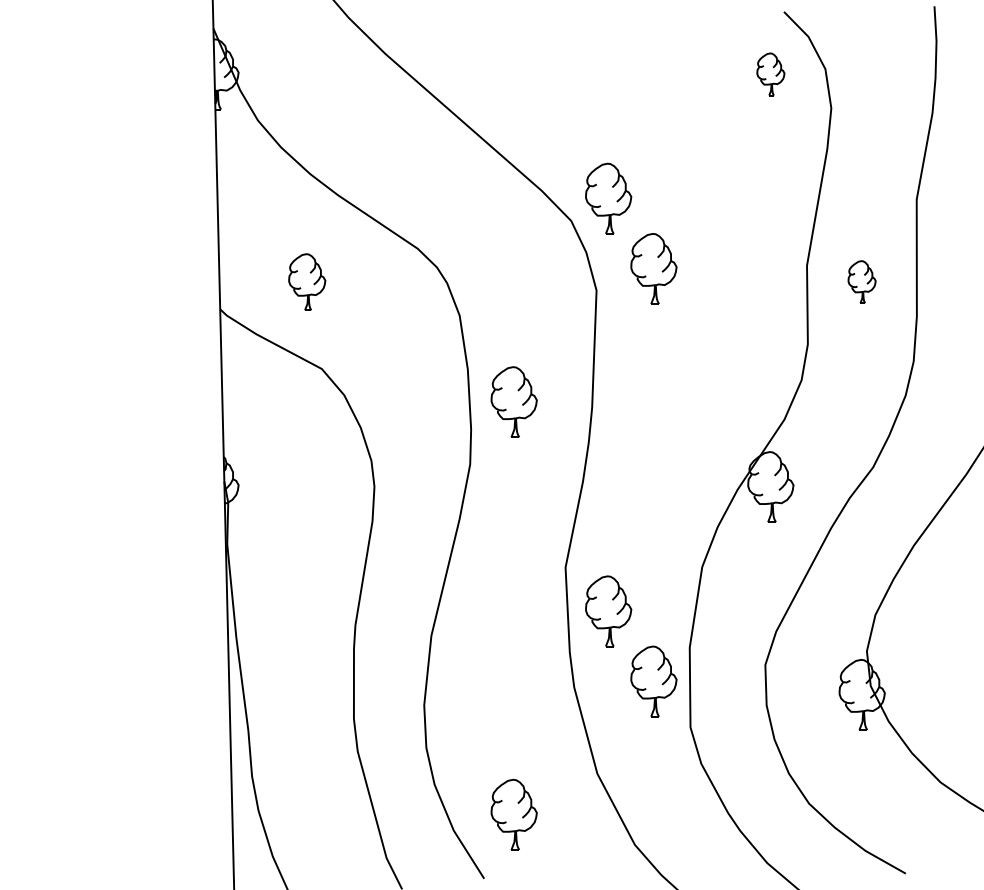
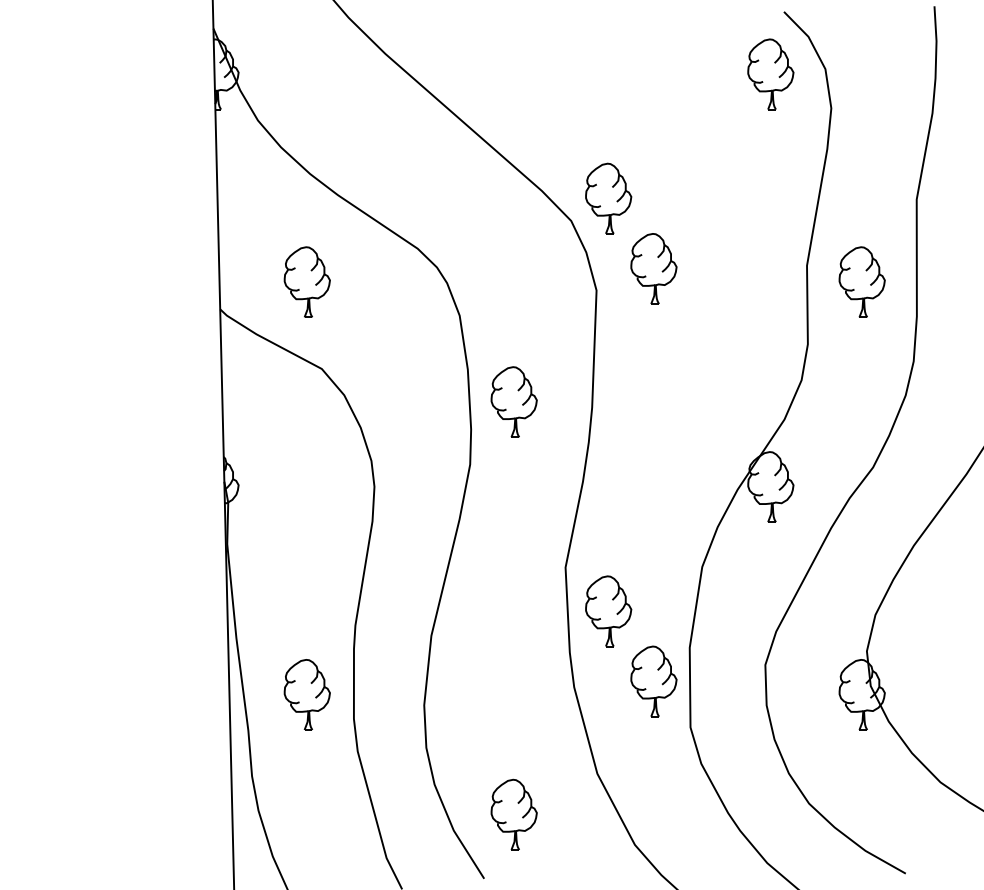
part at (770, 74) size: 30x45 px -> 48x73 px
part at (307, 281) size: 39x58 px -> 48x72 px
part at (861, 281) size: 30x44 px -> 48x72 px
part at (306, 694): none -> present
